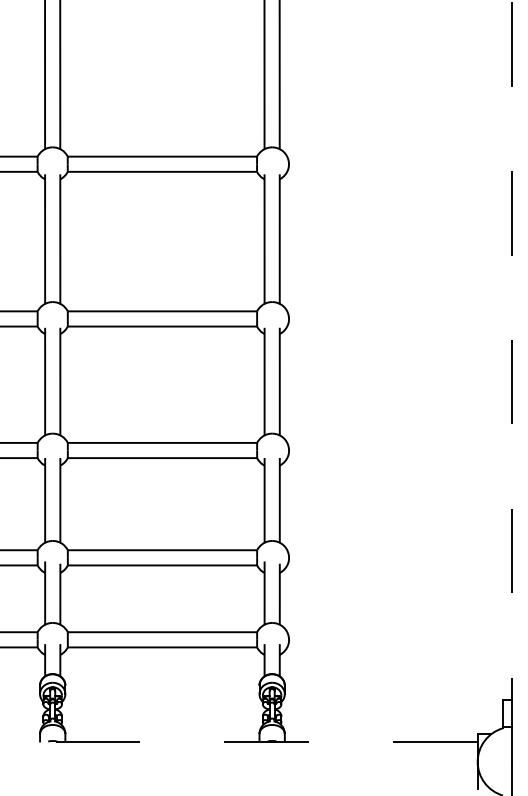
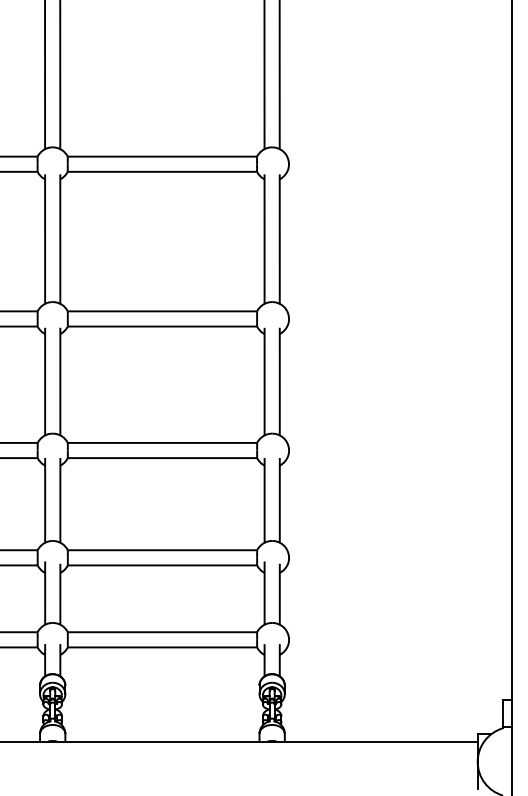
line at (512, 380): dashed -> solid
line at (239, 741): dashed -> solid
